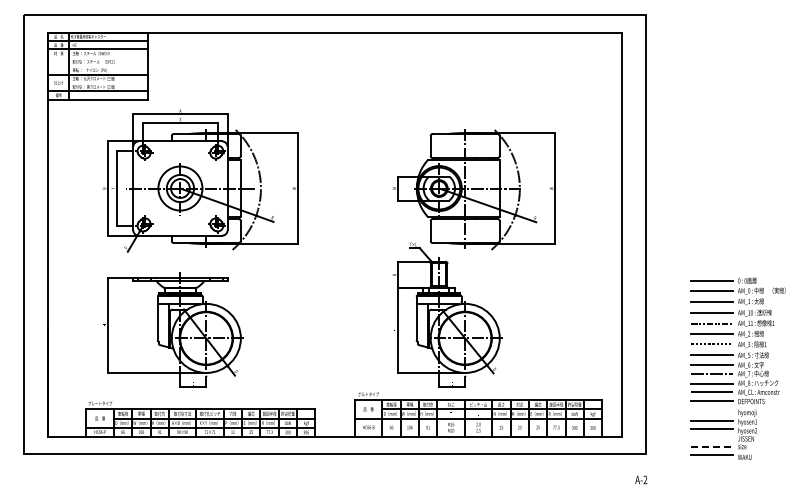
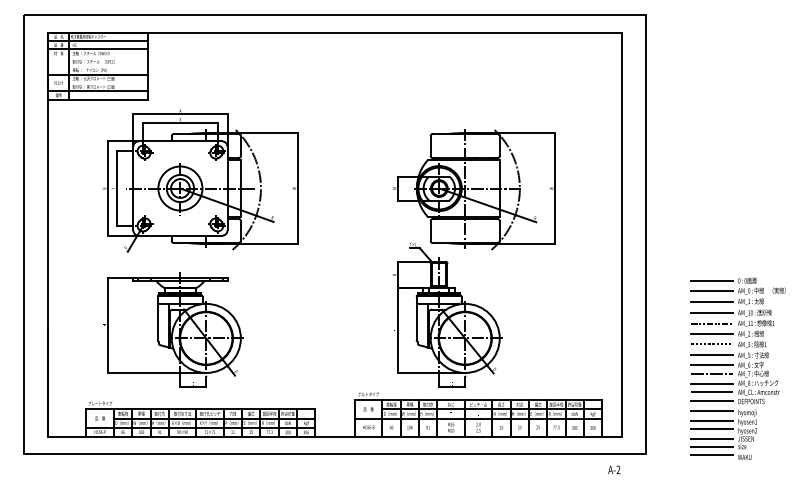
line at (711, 411): none -> present
line at (711, 438): none -> present
line at (712, 447): dashed -> solid
text at (641, 479) position: (641, 479) -> (614, 469)
